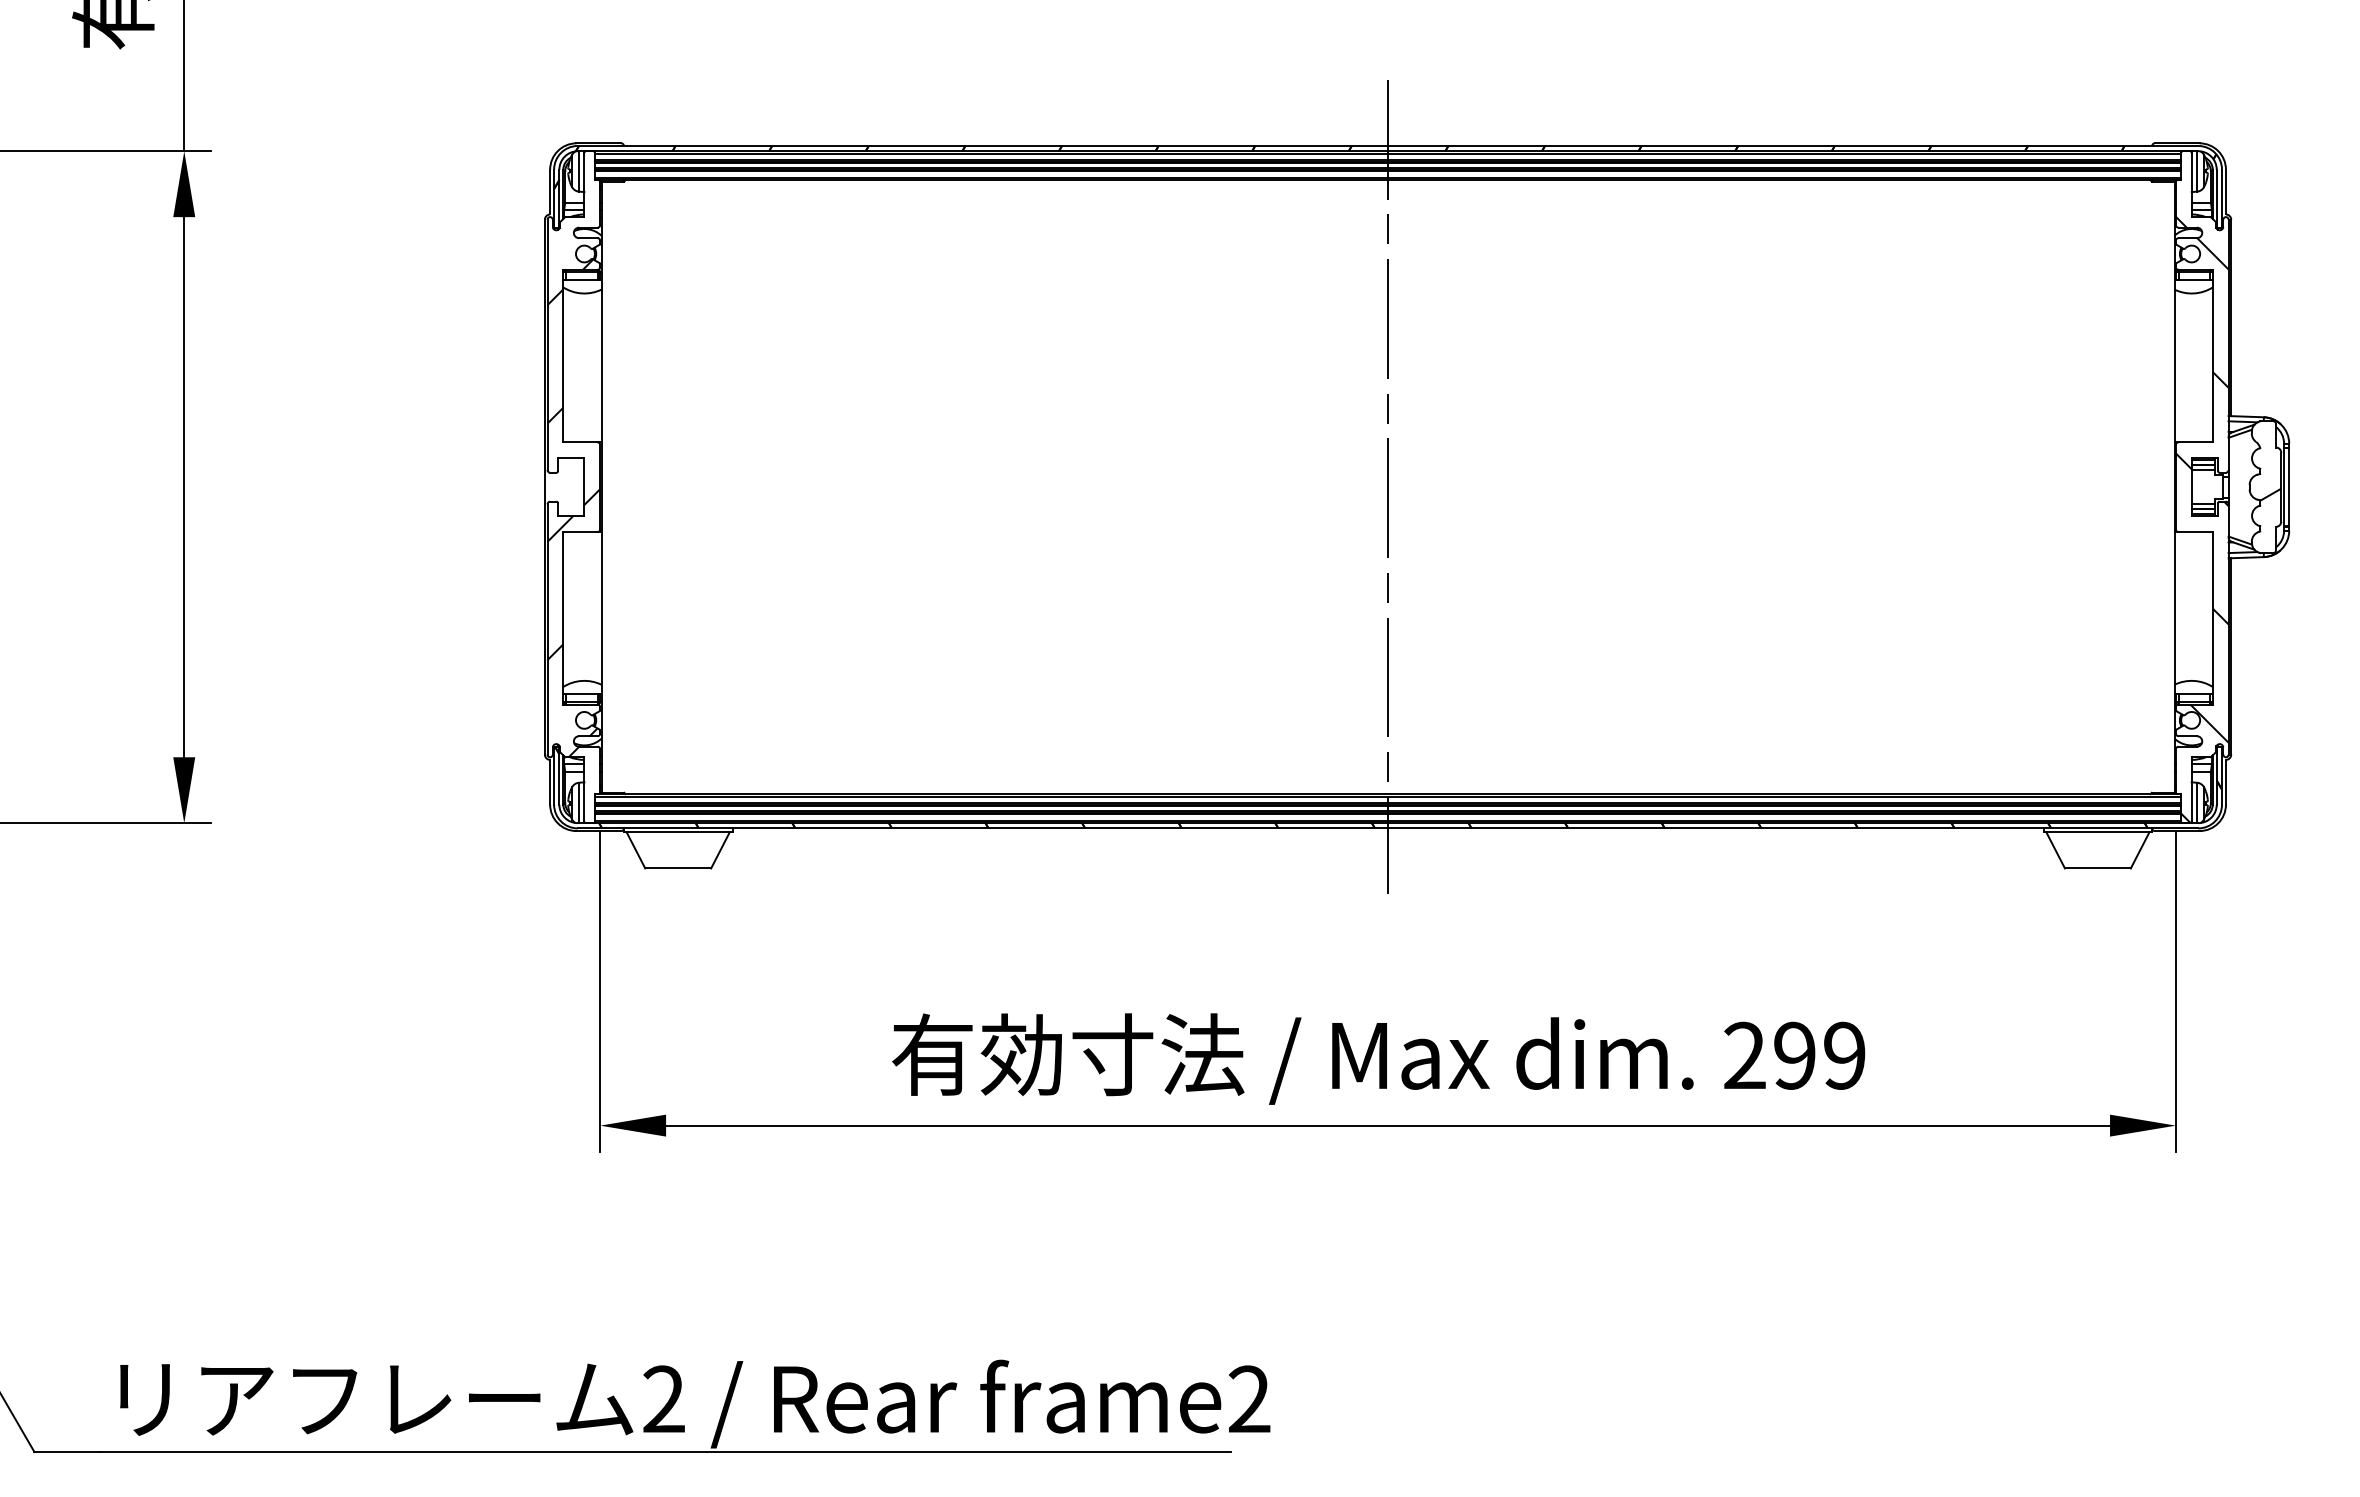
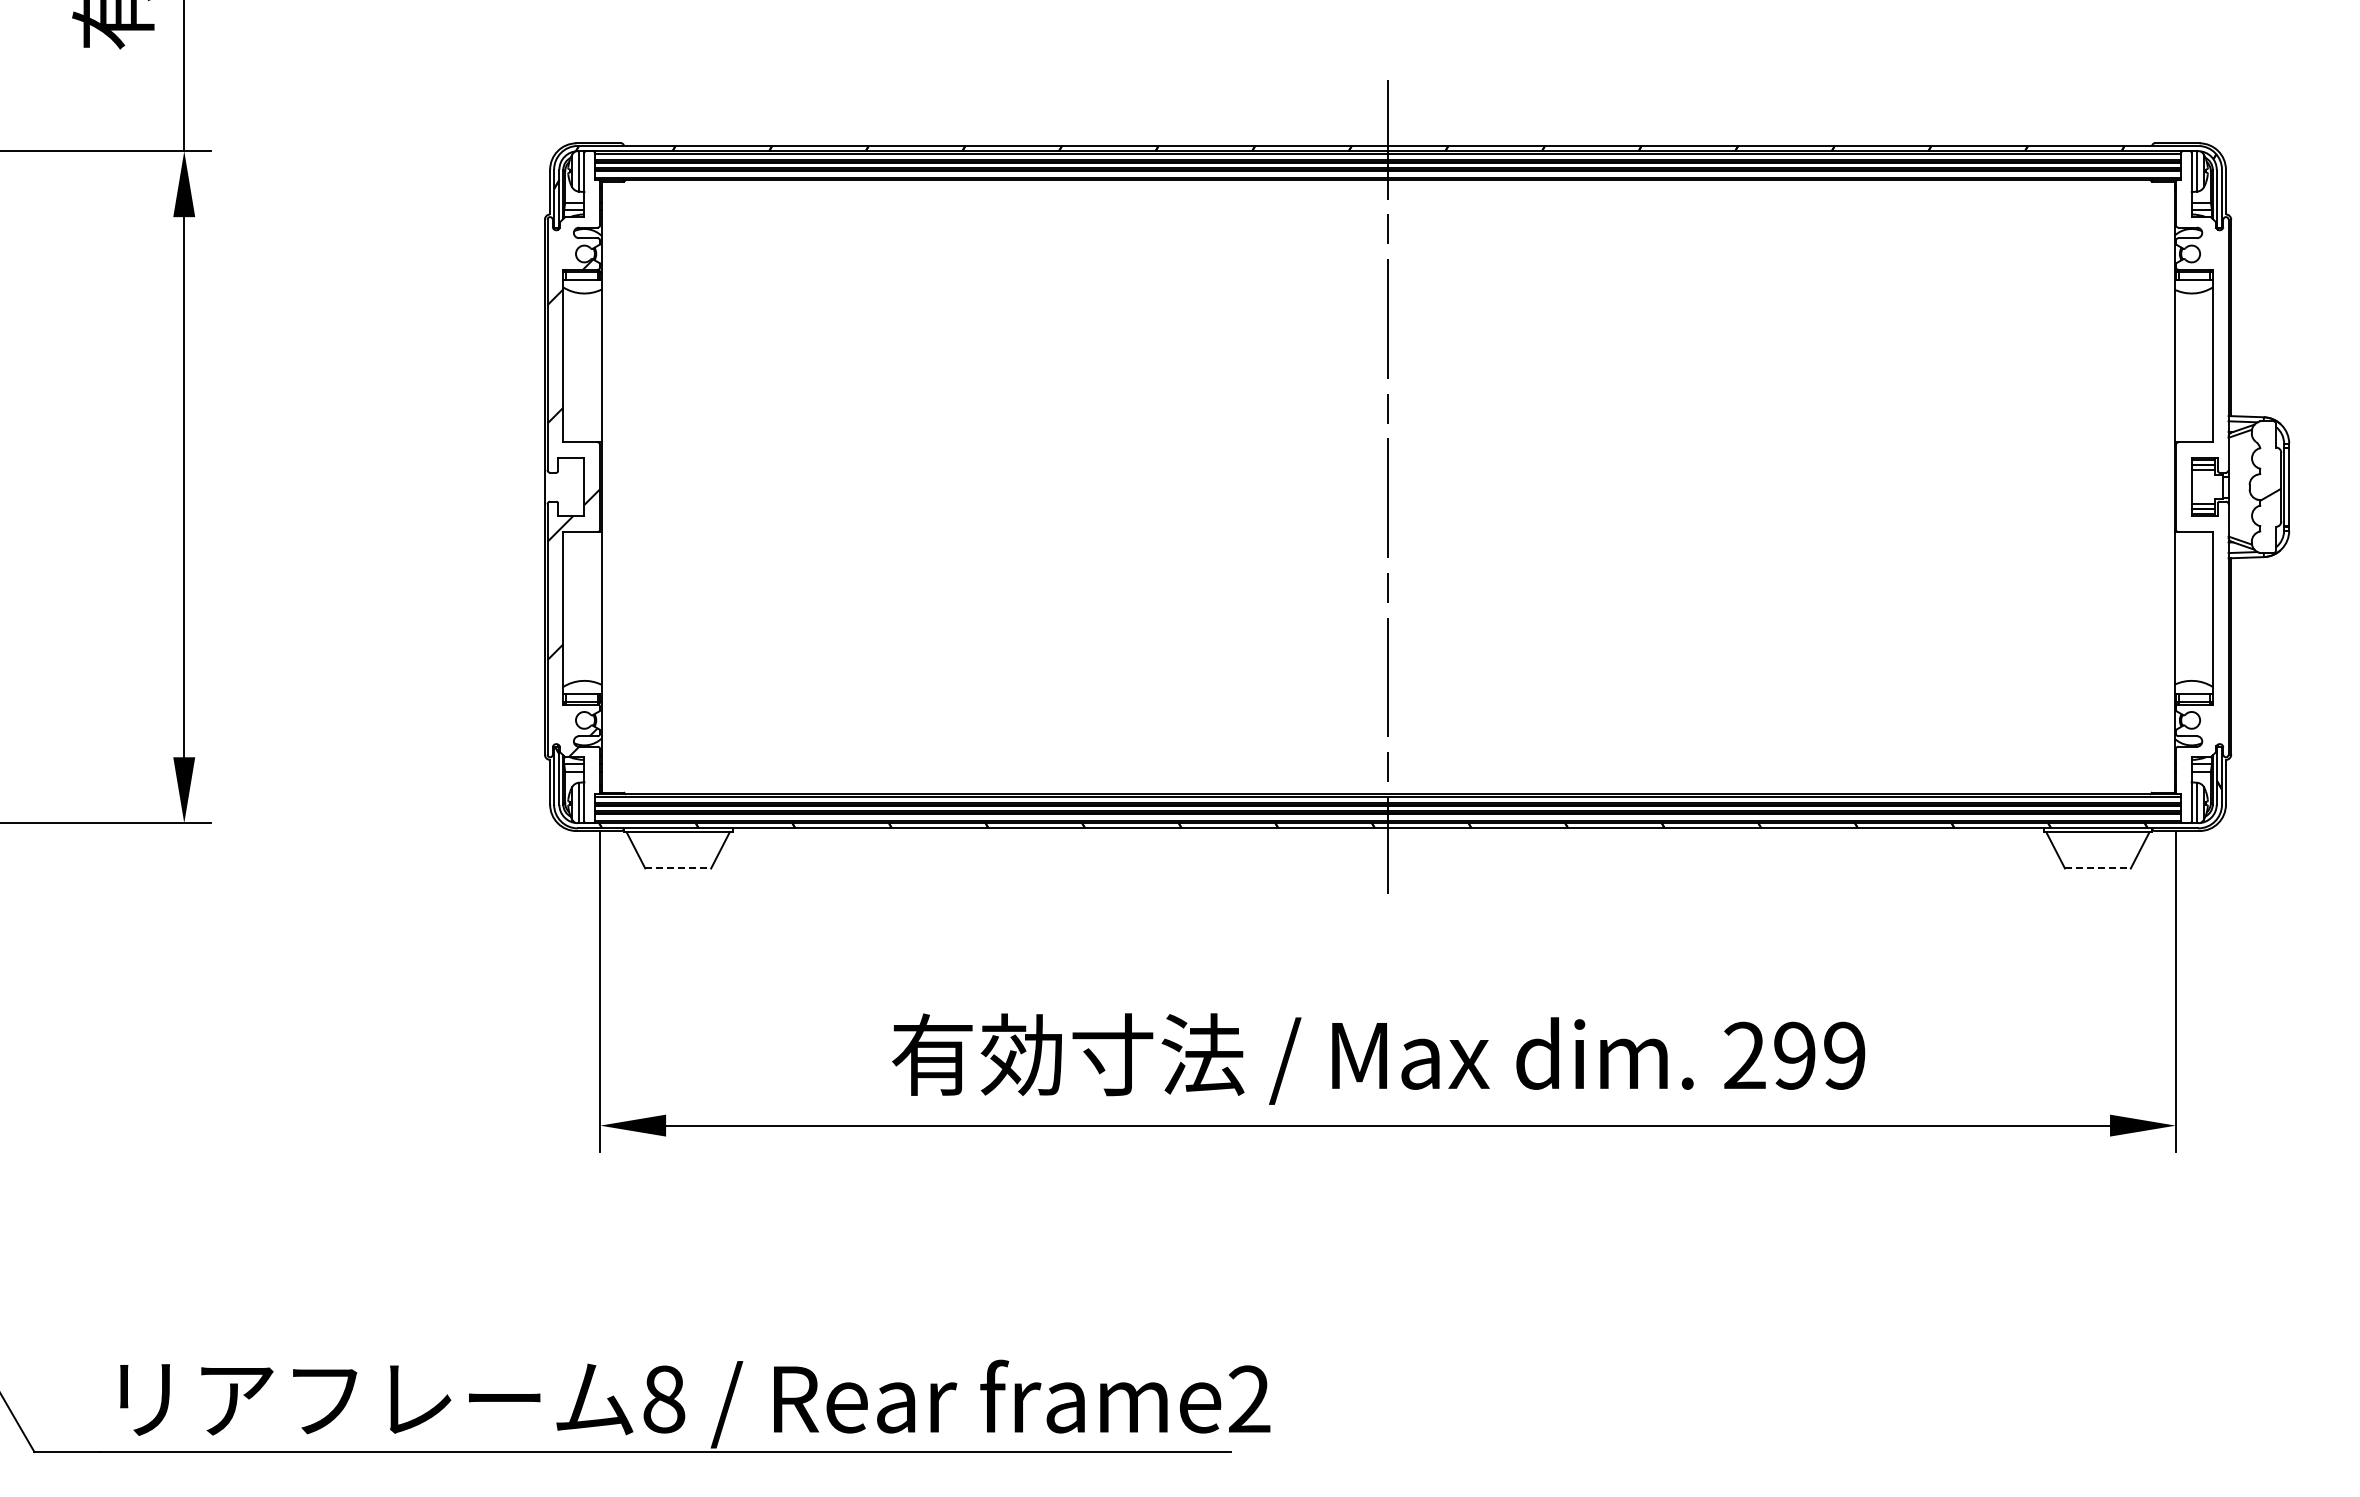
hatch at (2201, 519): present -> none
line at (678, 868): solid -> dashed
line at (2097, 868): solid -> dashed
text at (664, 1399): 2 -> 8
